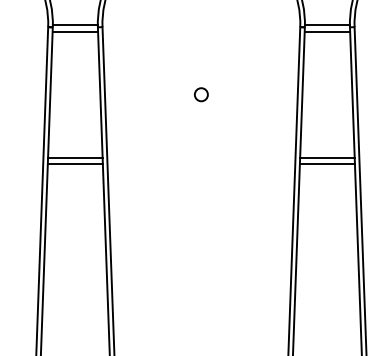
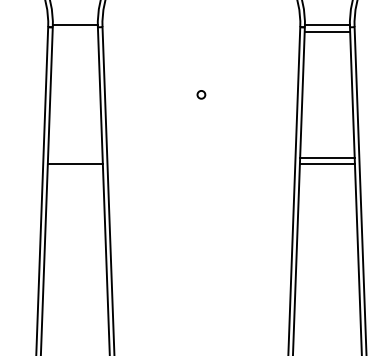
line at (75, 31): present -> none
circle at (201, 94) size: 15x16 px -> 11x10 px
line at (75, 157): present -> none
